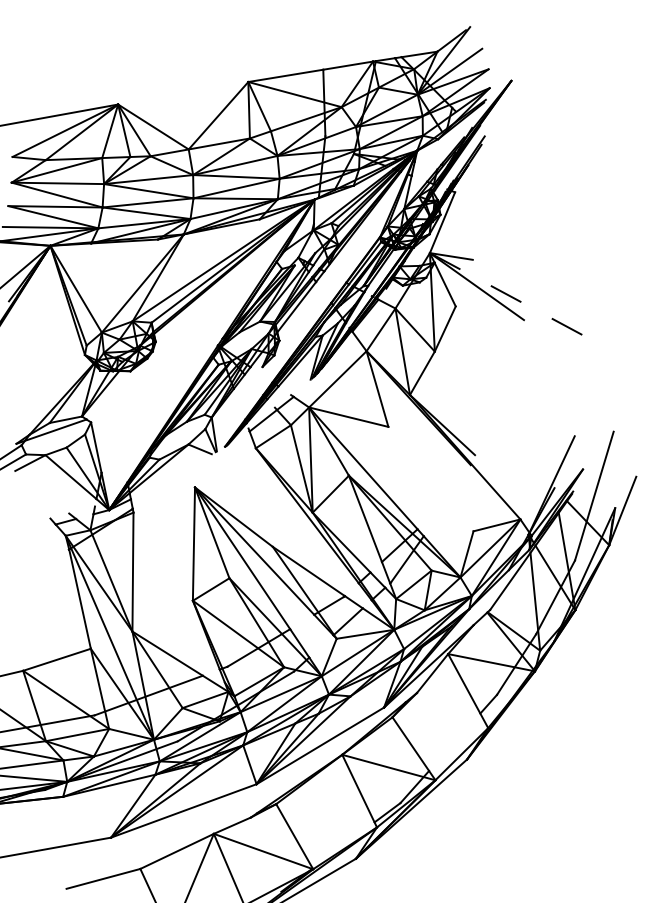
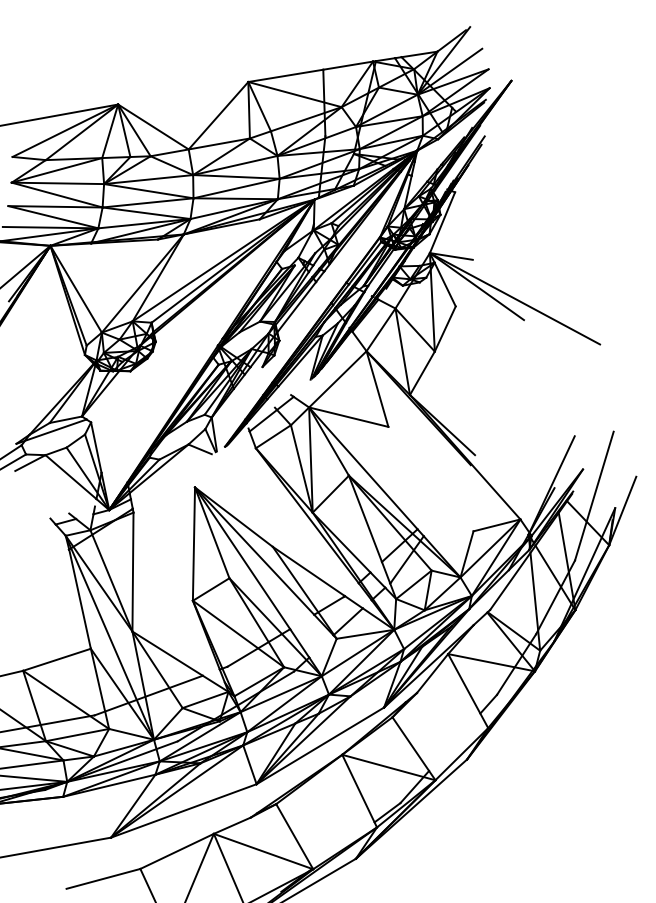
line at (515, 298): dashed -> solid
